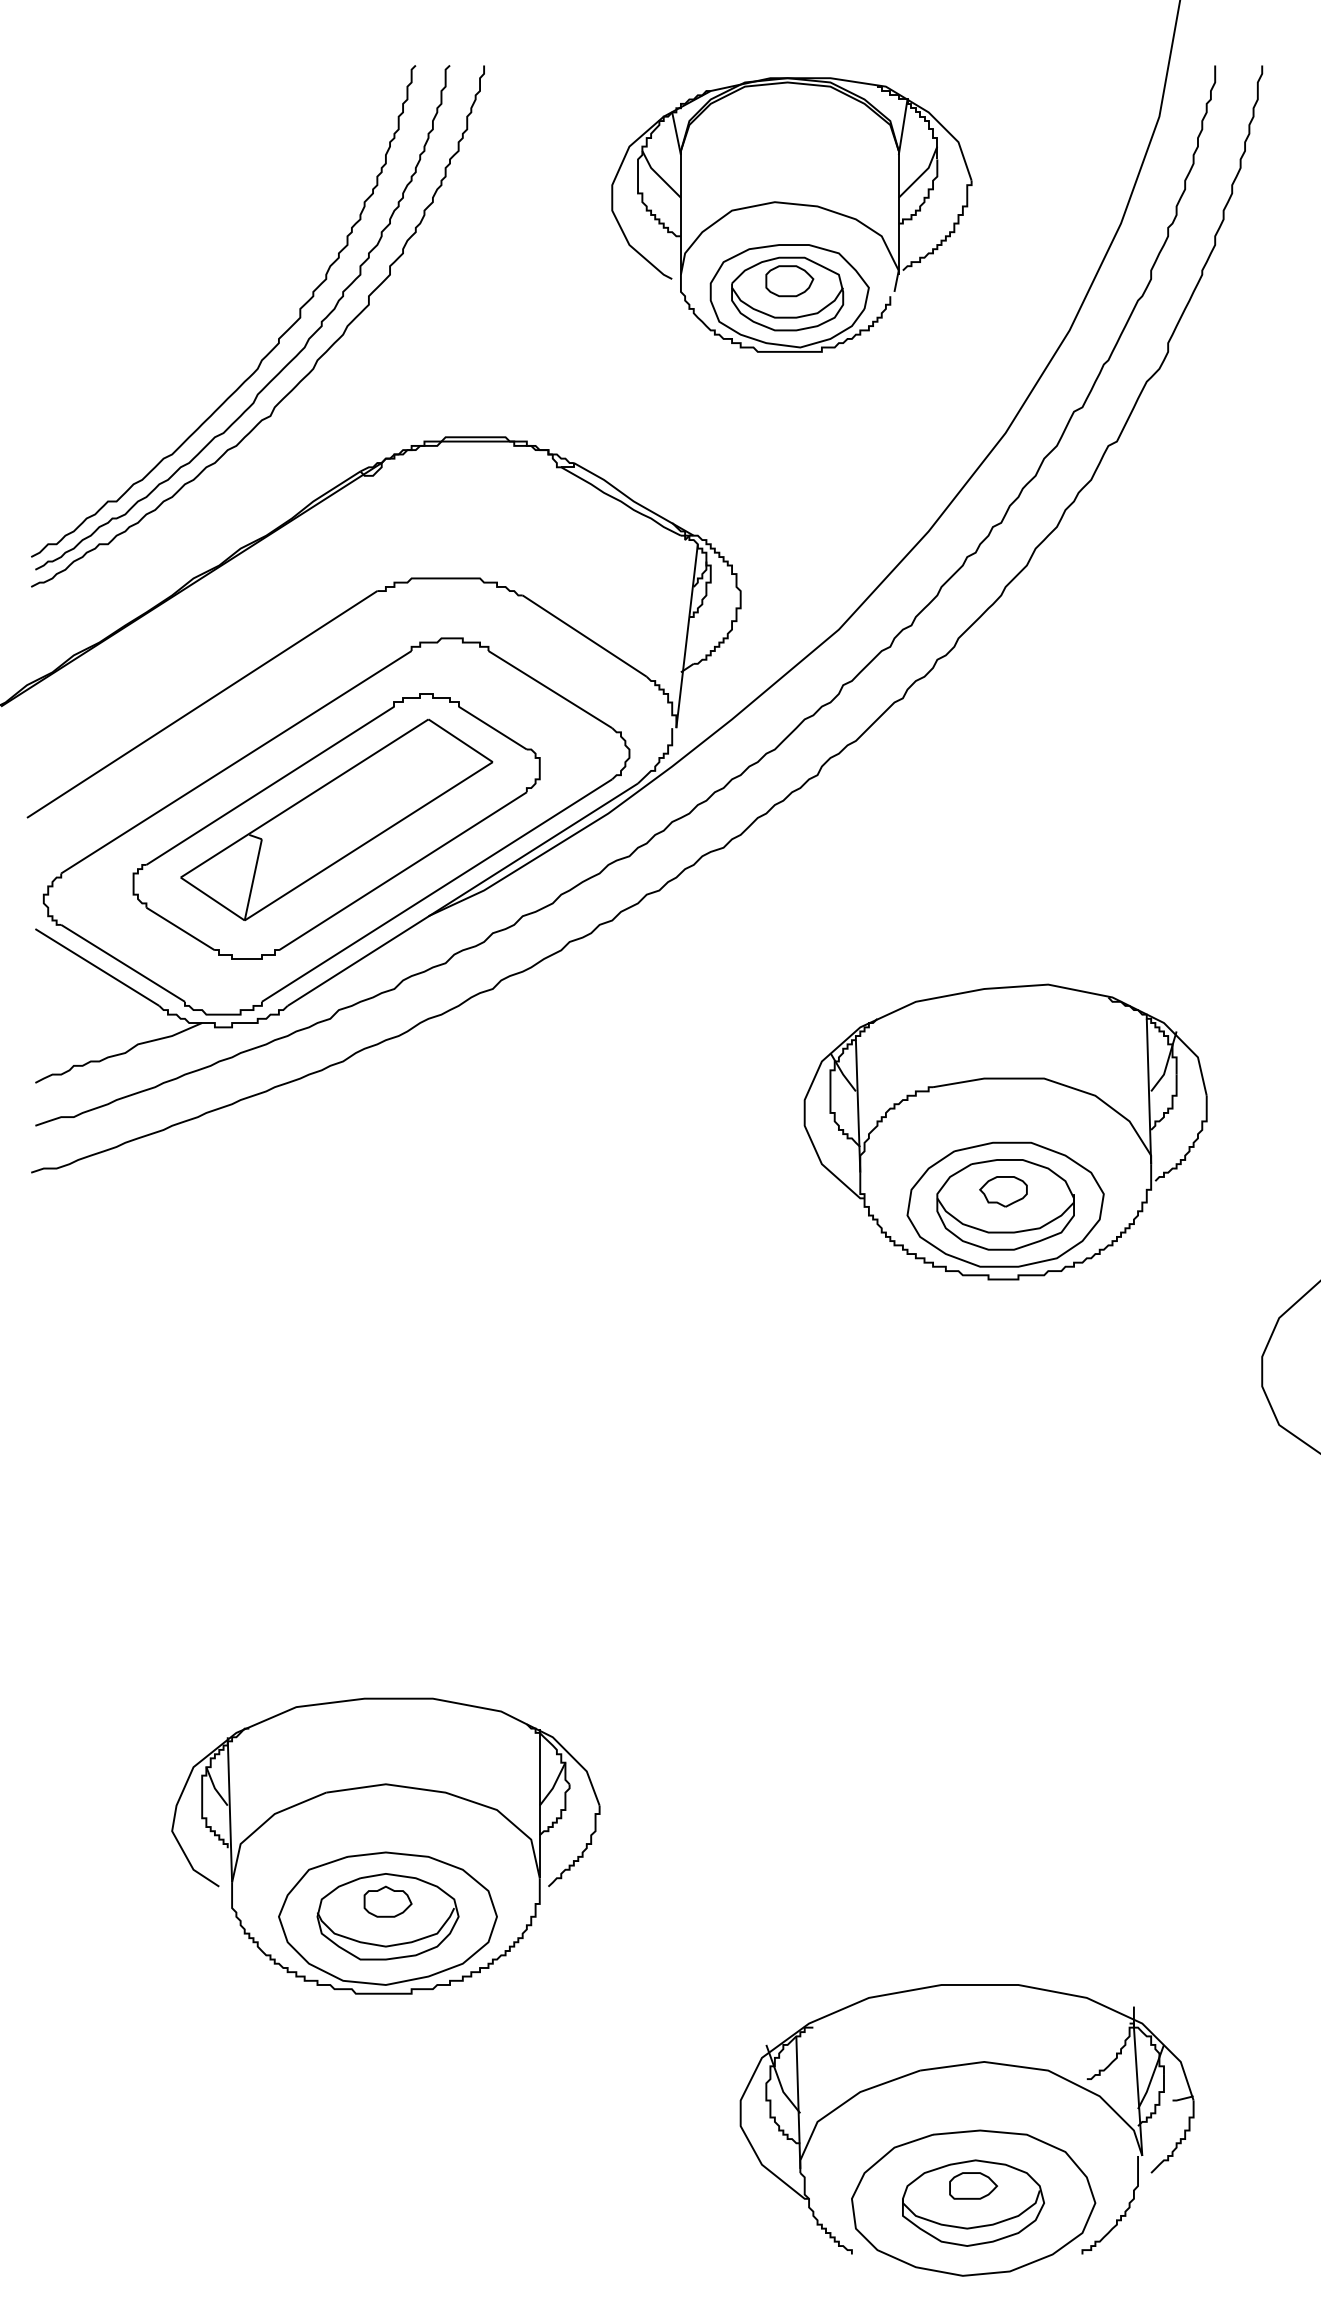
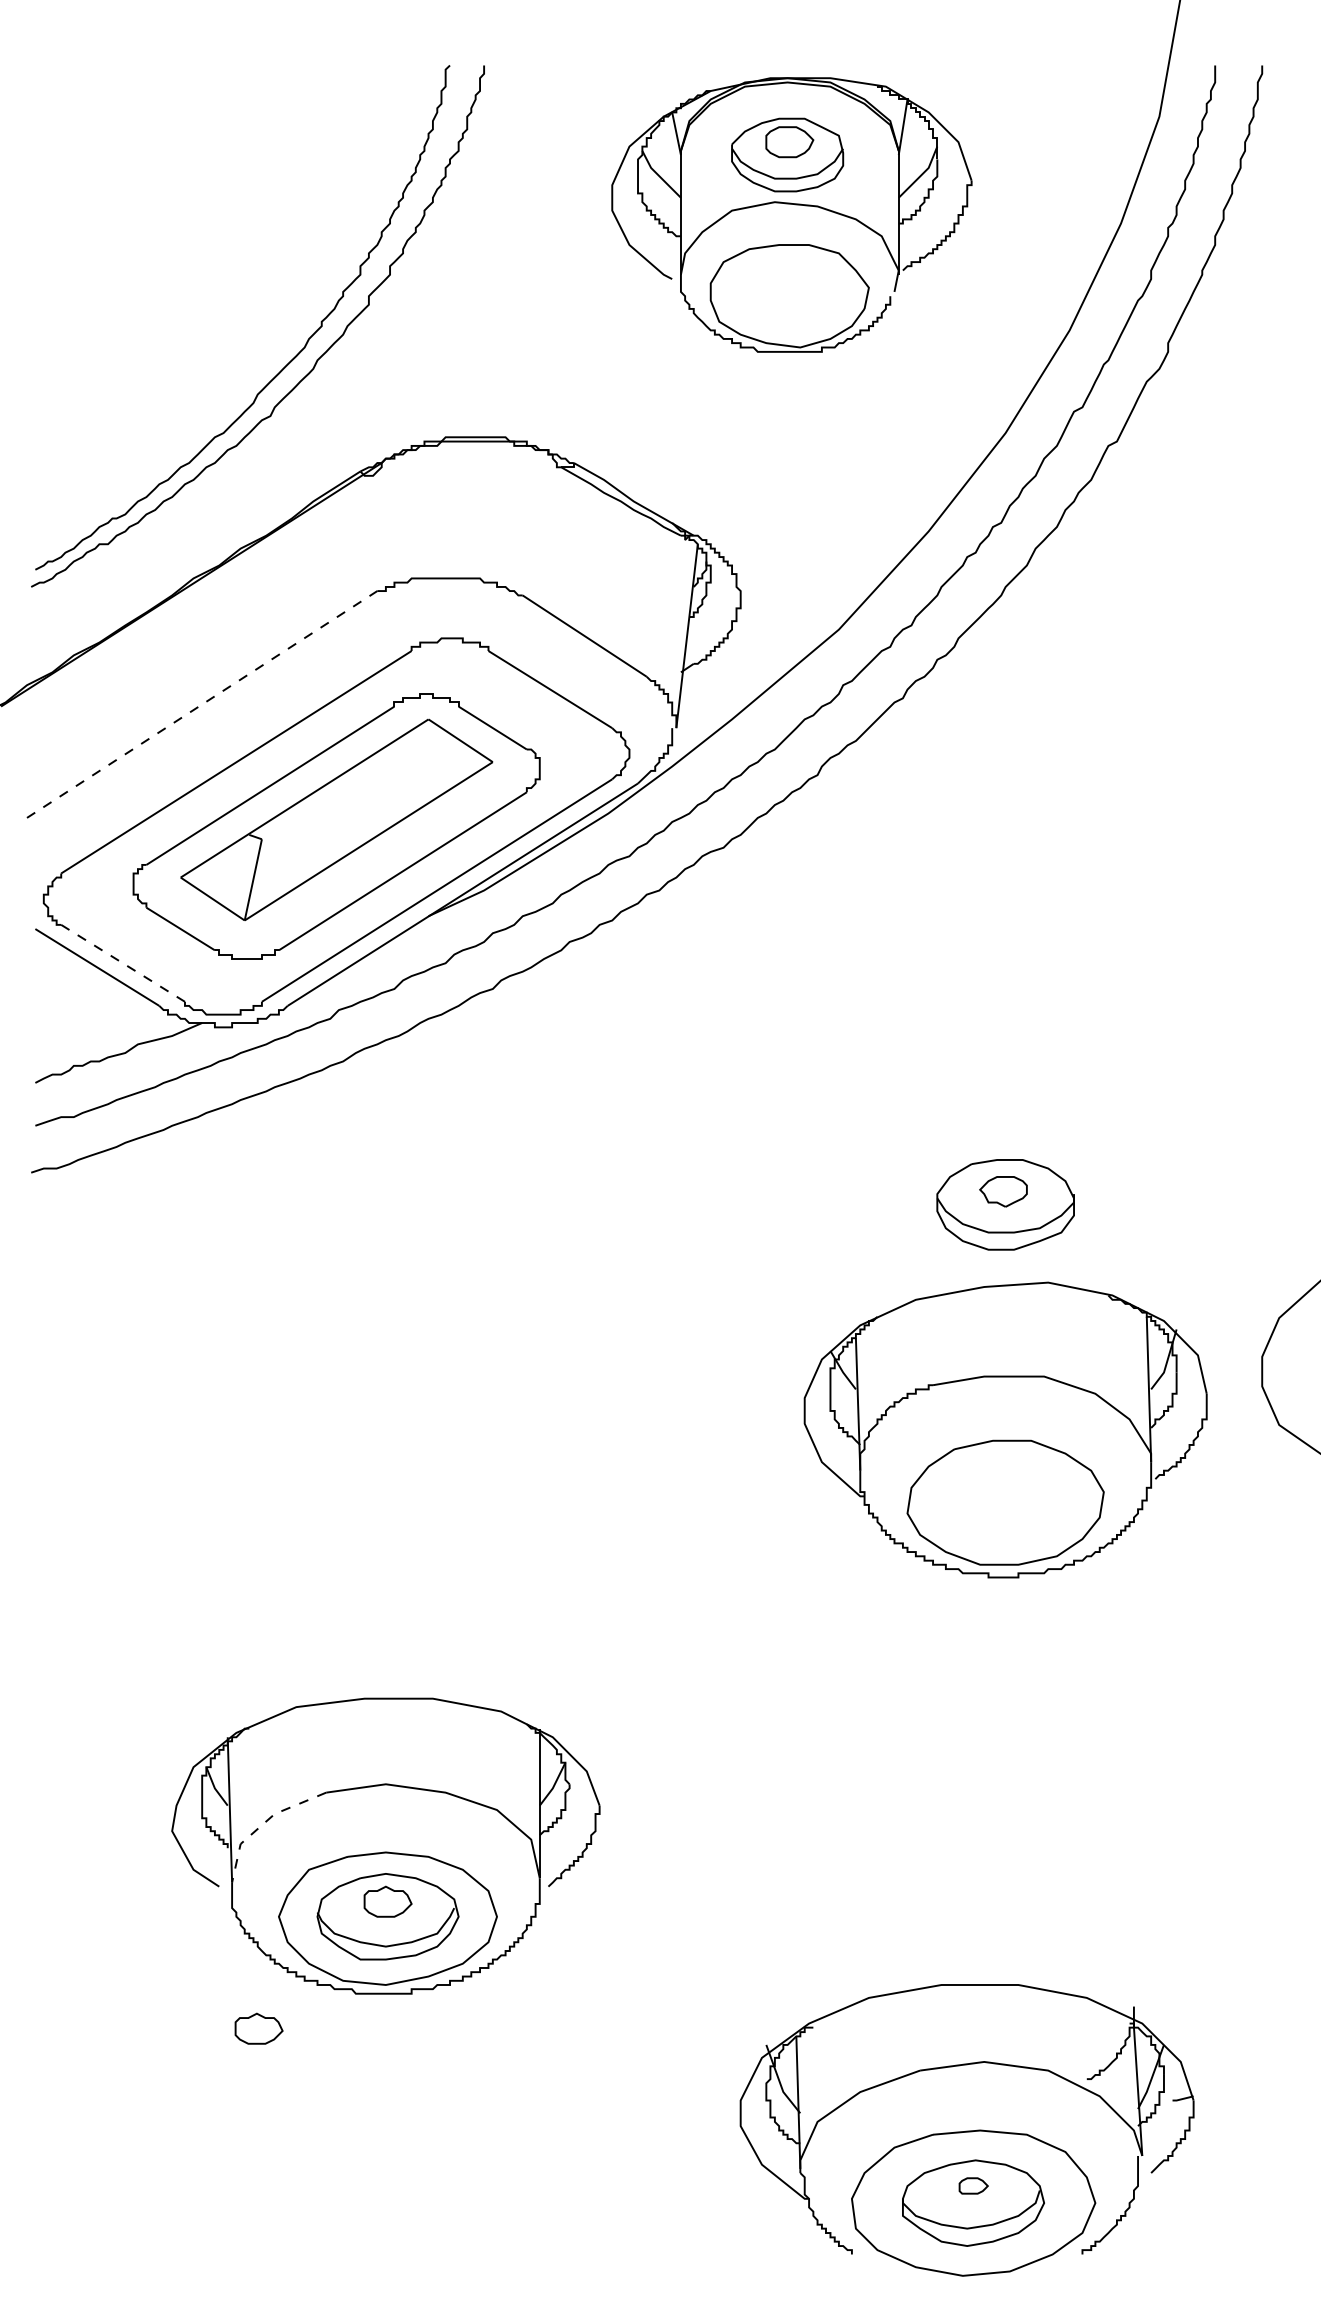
part at (787, 293) position: (787, 293) -> (787, 154)
curve at (266, 354): present -> none
line at (202, 704): solid -> dashed
line at (123, 963): solid -> dashed
part at (1005, 1131) position: (1005, 1131) -> (1005, 1429)
line at (263, 1823): solid -> dashed
part at (258, 2028): none -> present
part at (973, 2185) size: 50x28 px -> 31x18 px
